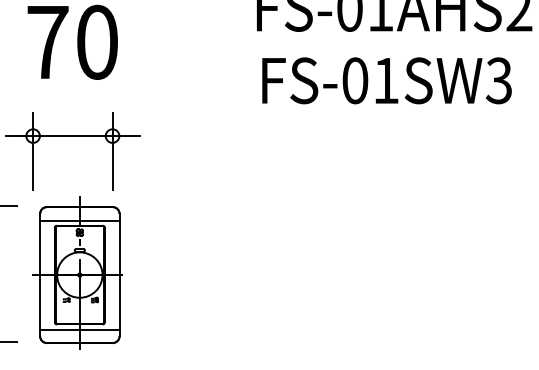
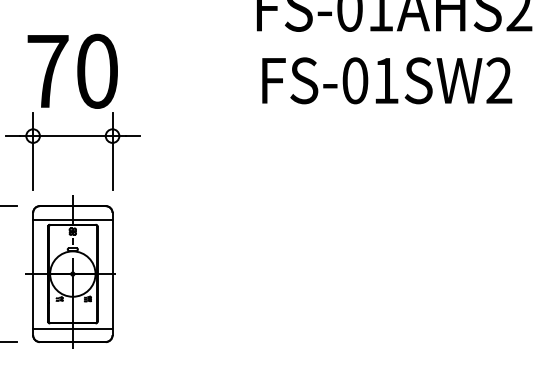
text at (72, 41) position: (72, 41) -> (72, 70)
text at (499, 80): FS-01SW3 -> FS-01SW2
part at (77, 272) position: (77, 272) -> (70, 271)
